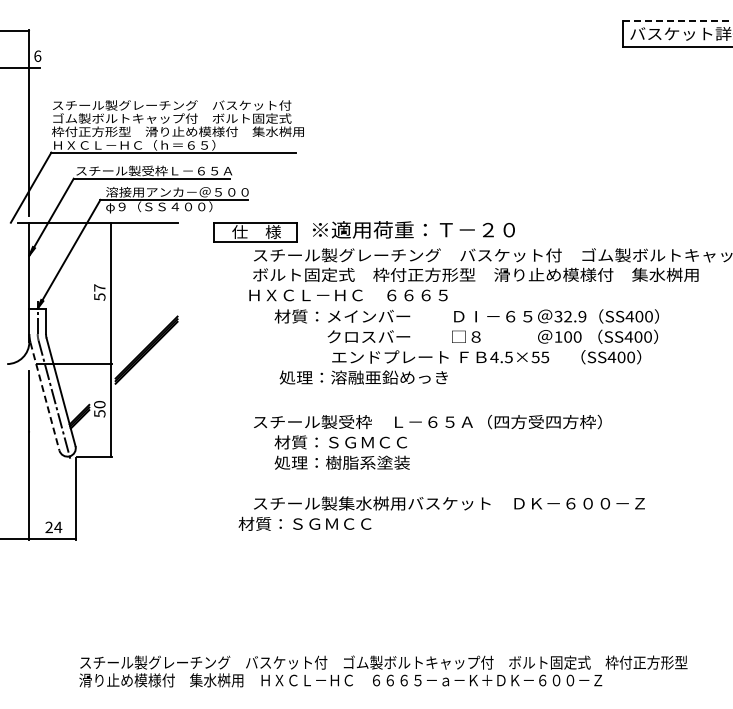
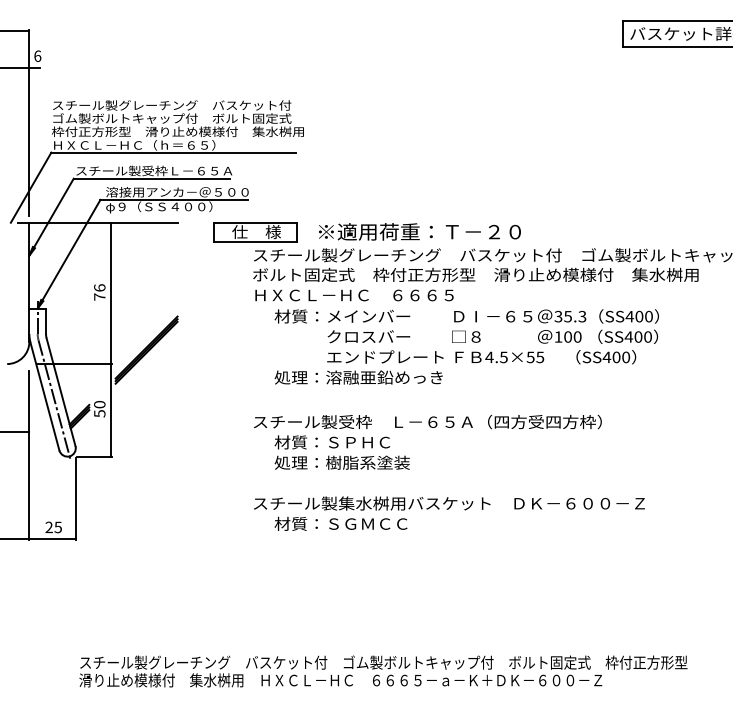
line at (677, 21): dashed -> solid
text at (413, 229) position: (413, 229) -> (419, 231)
text at (99, 292): 57 -> 76
text at (348, 295) position: (348, 295) -> (354, 295)
text at (575, 316): 32.9 -> 35.3
text at (460, 367) position: (460, 367) -> (455, 367)
line at (44, 396): dashed -> solid
line at (15, 431): none -> present
text at (376, 442): 材質：ＳＧＭＣＣ -> 材質：ＳＰＨＣ
text at (304, 523) position: (304, 523) -> (340, 523)
text at (58, 527): 24 -> 25
